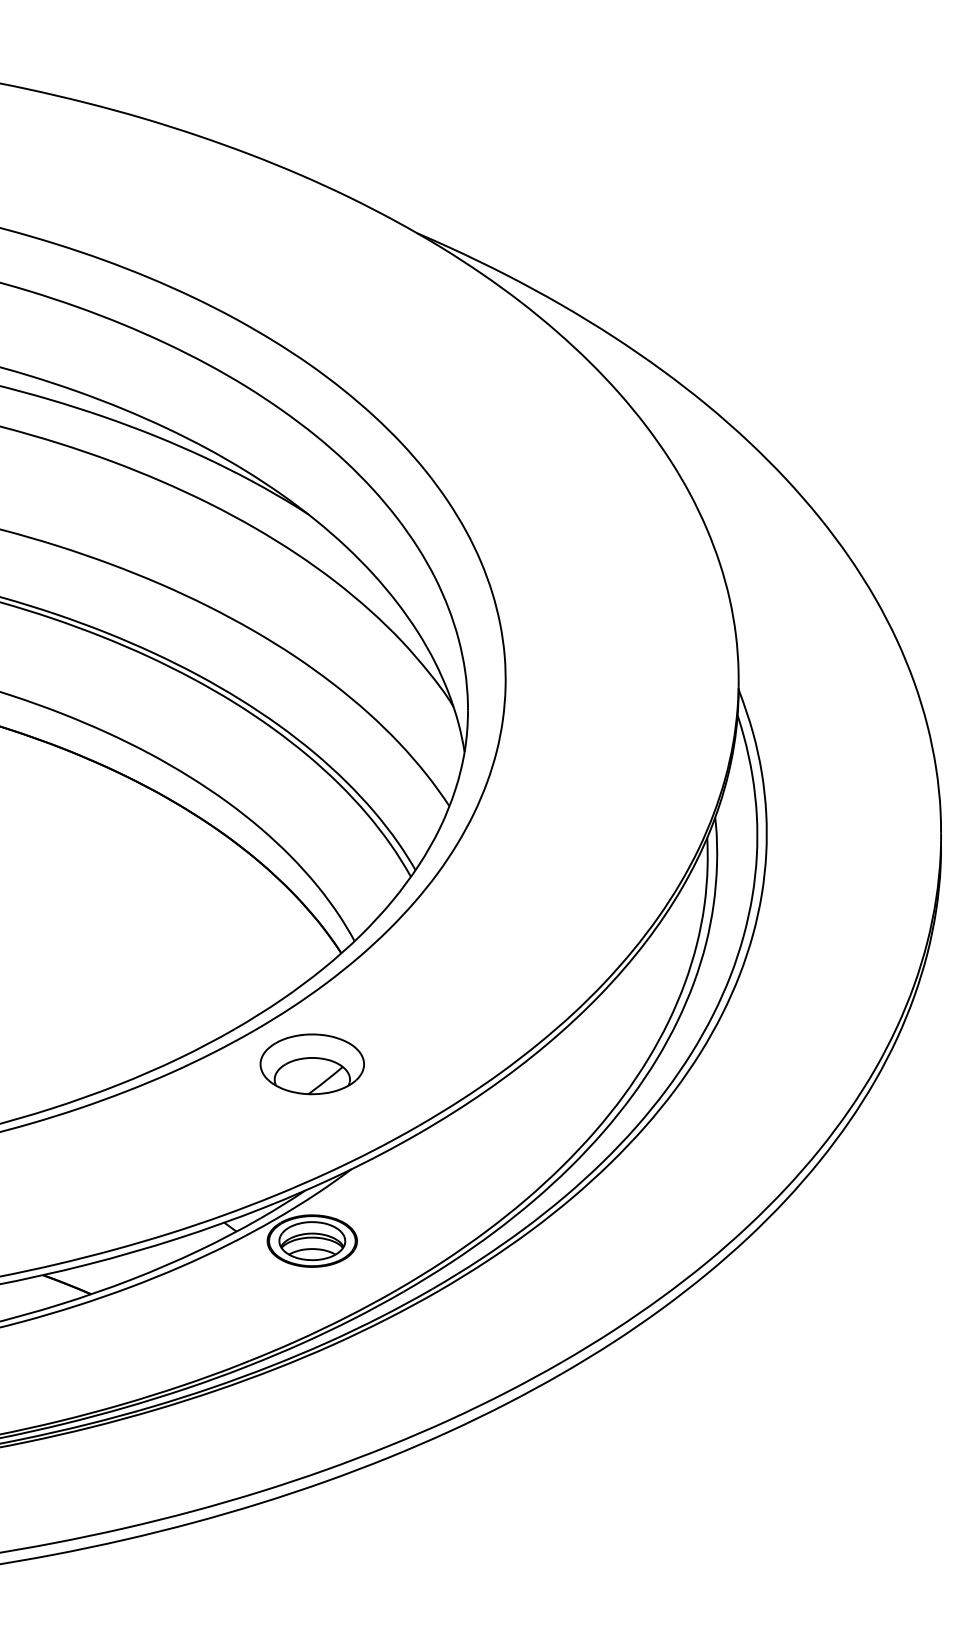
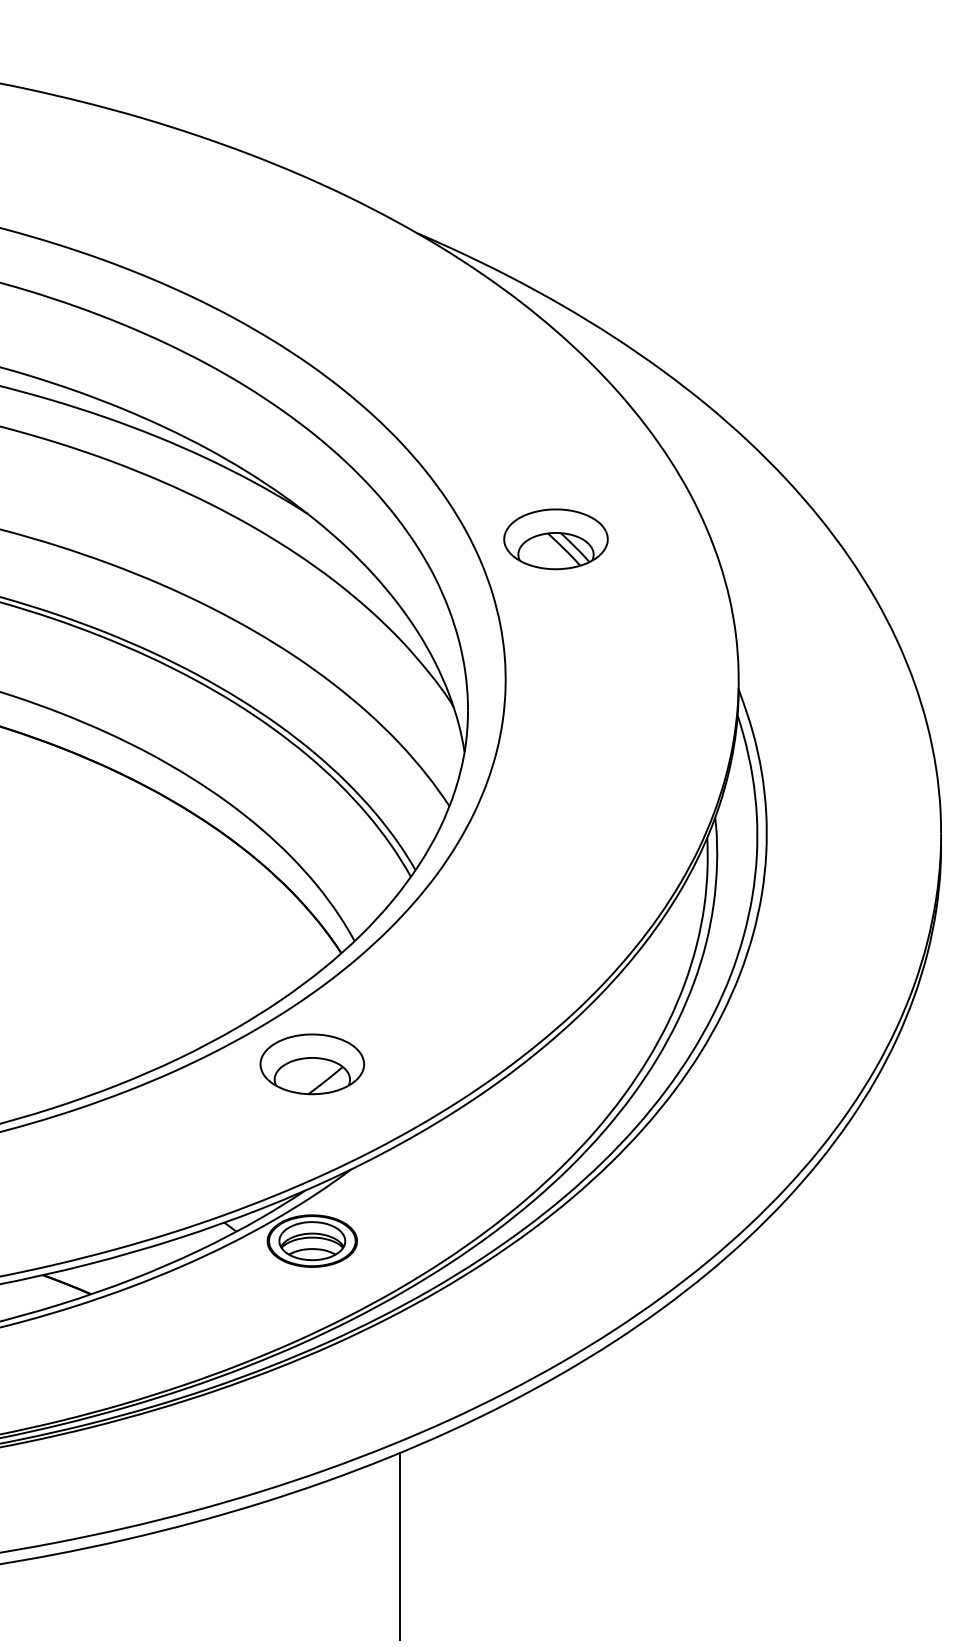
part at (555, 539): none -> present
line at (399, 1546): none -> present
